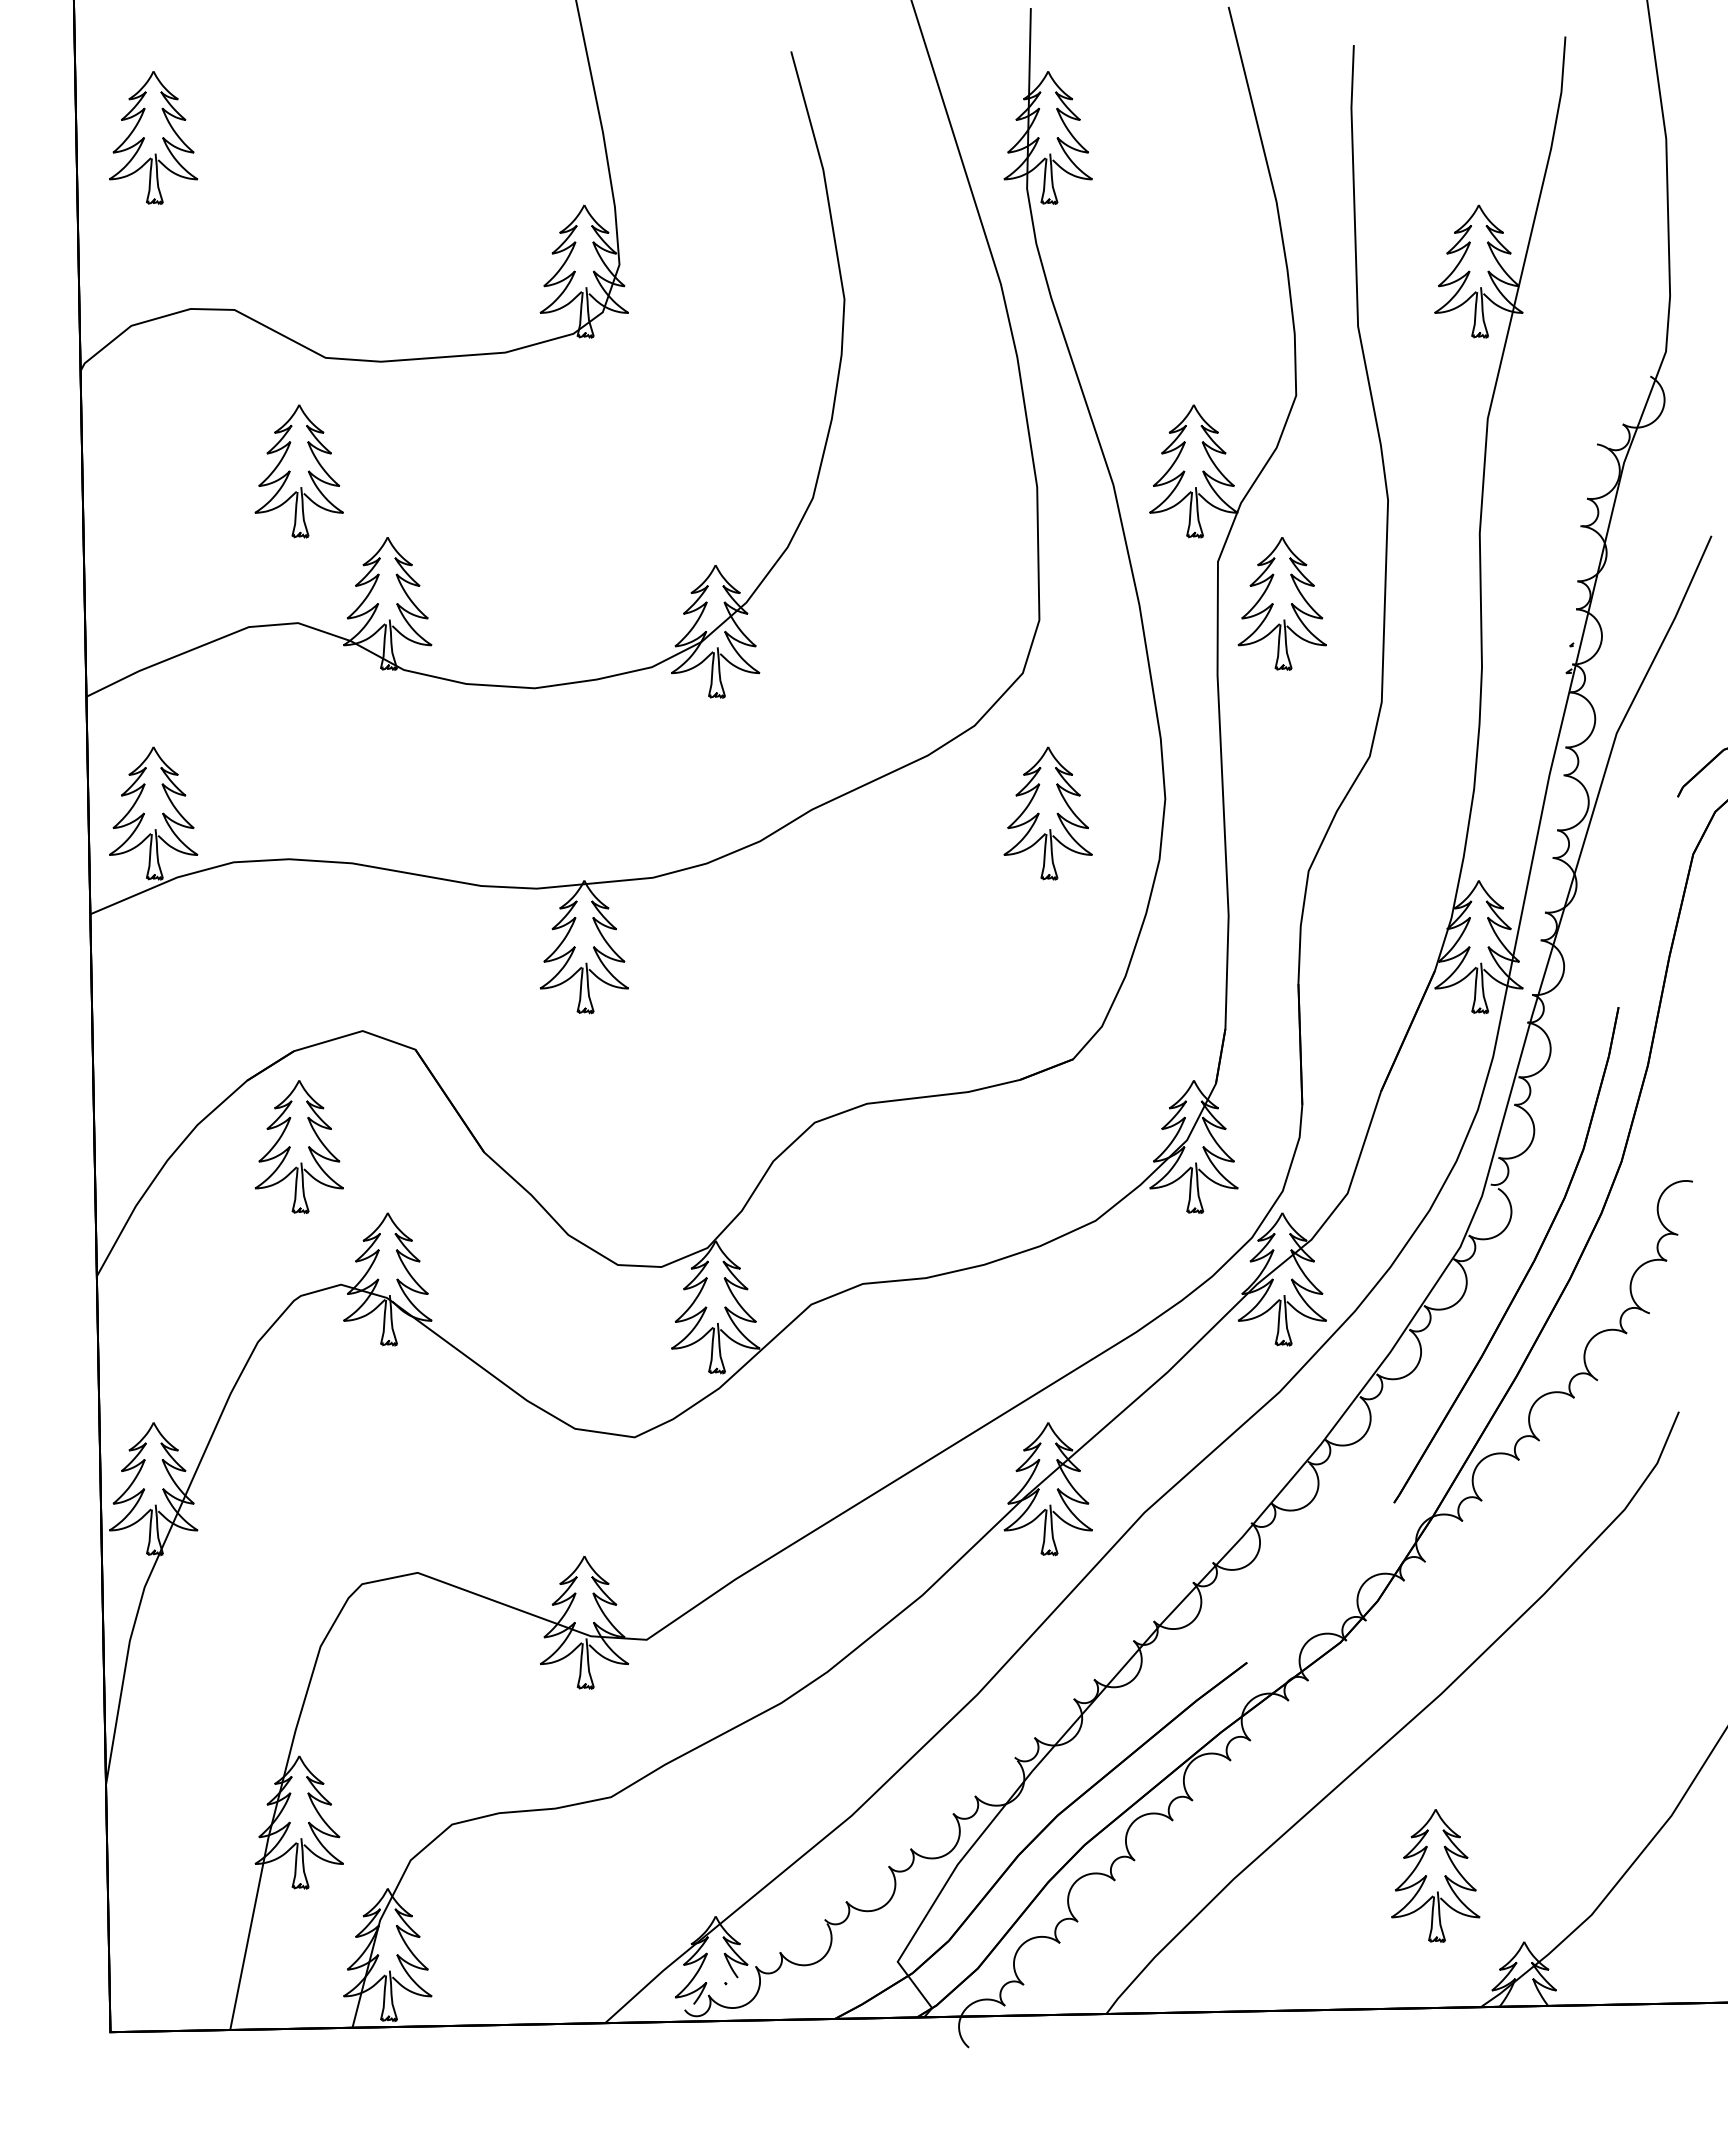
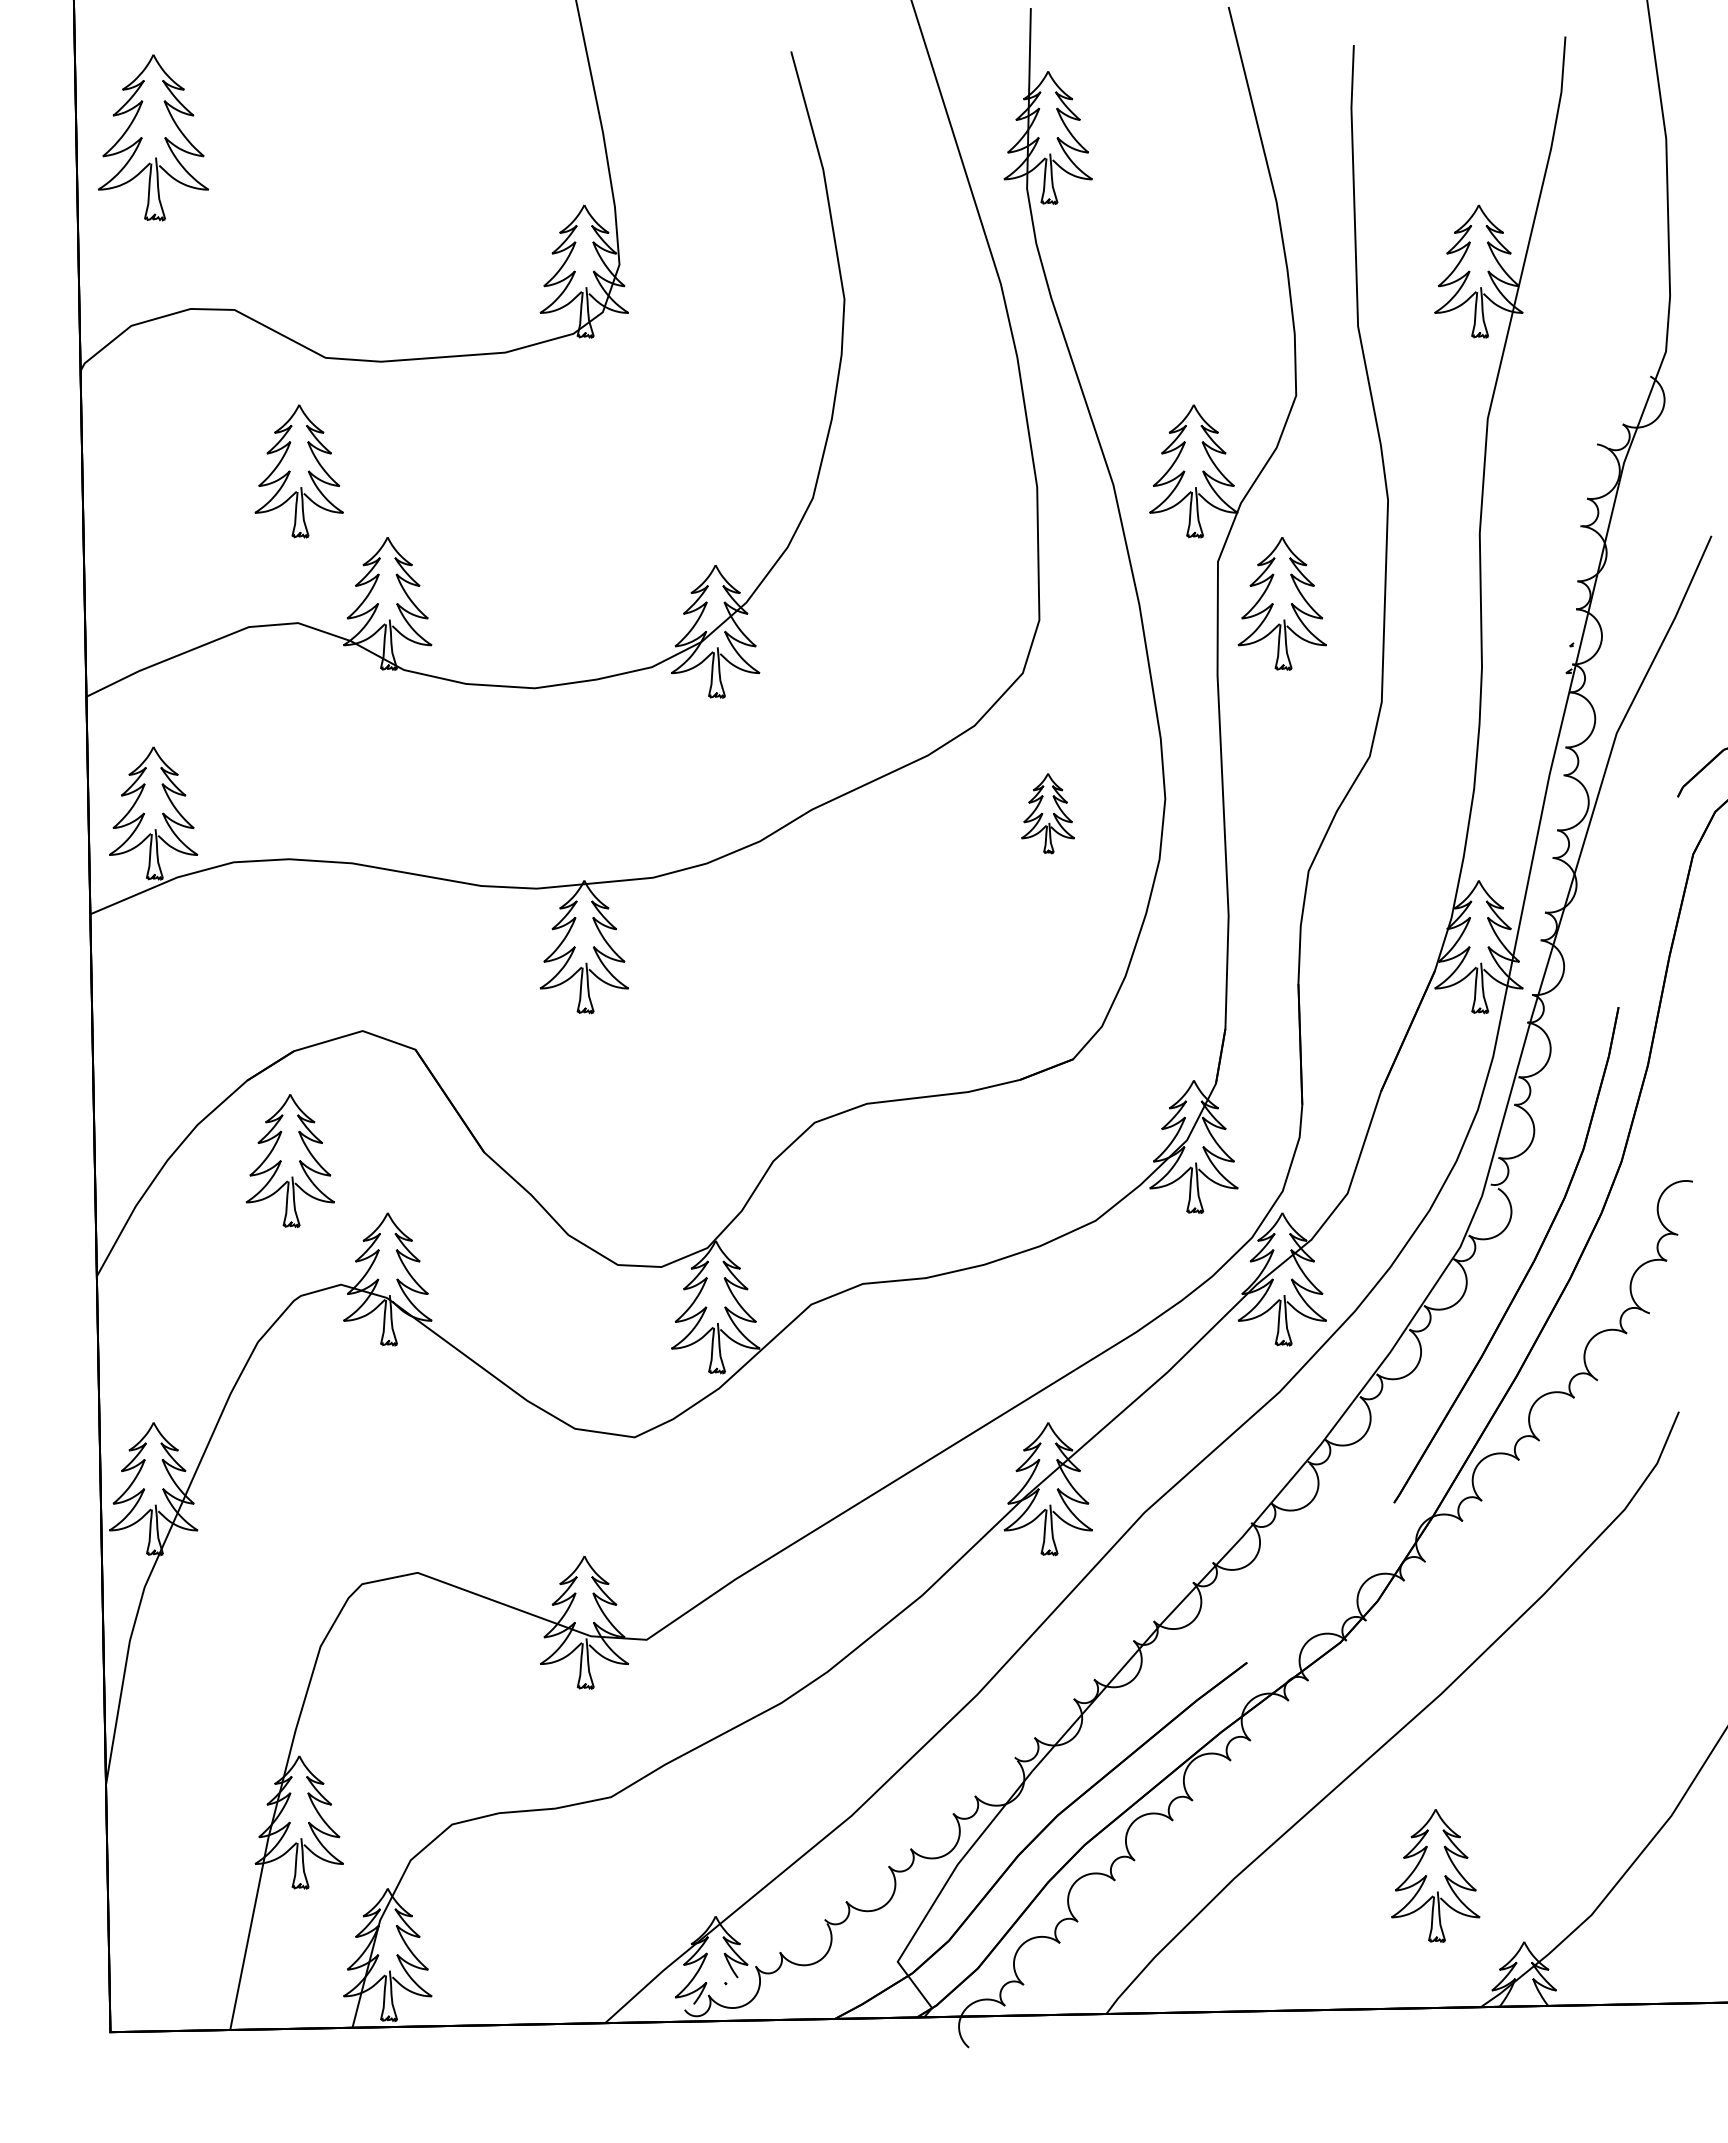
part at (153, 137) size: 90x134 px -> 113x168 px
part at (1047, 813) size: 90x135 px -> 54x82 px
part at (298, 1146) position: (298, 1146) -> (289, 1160)
